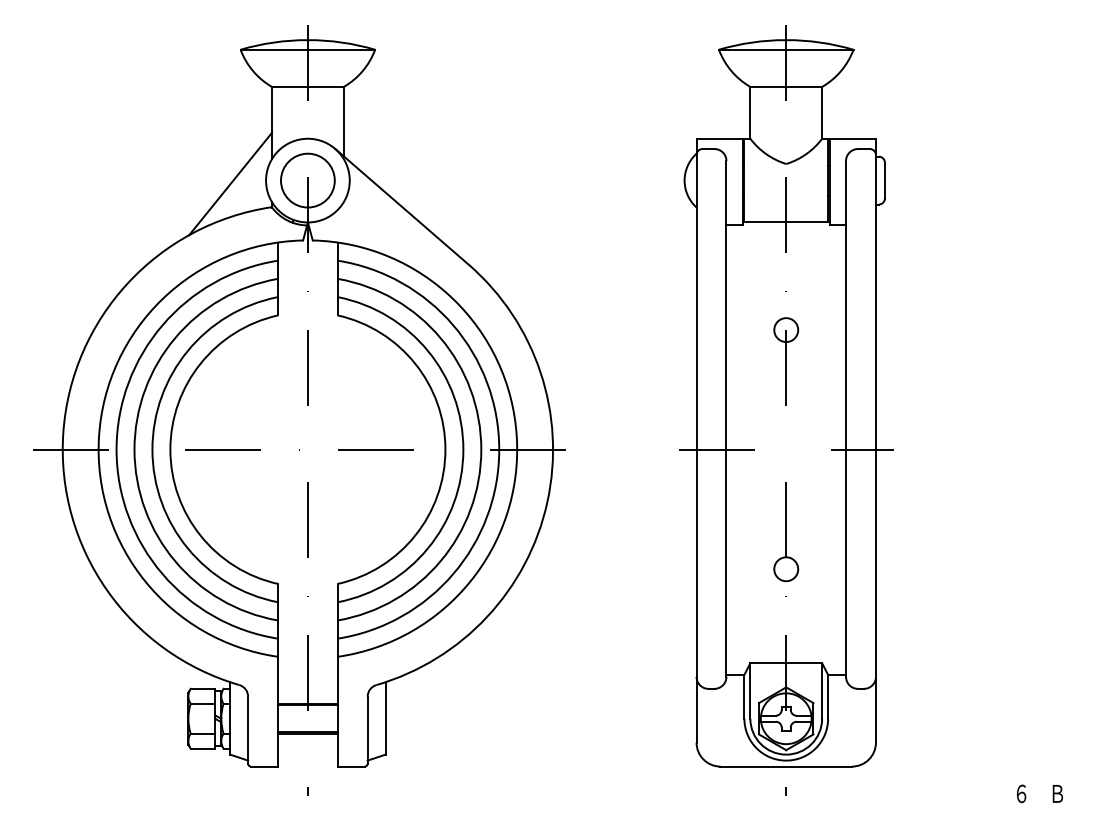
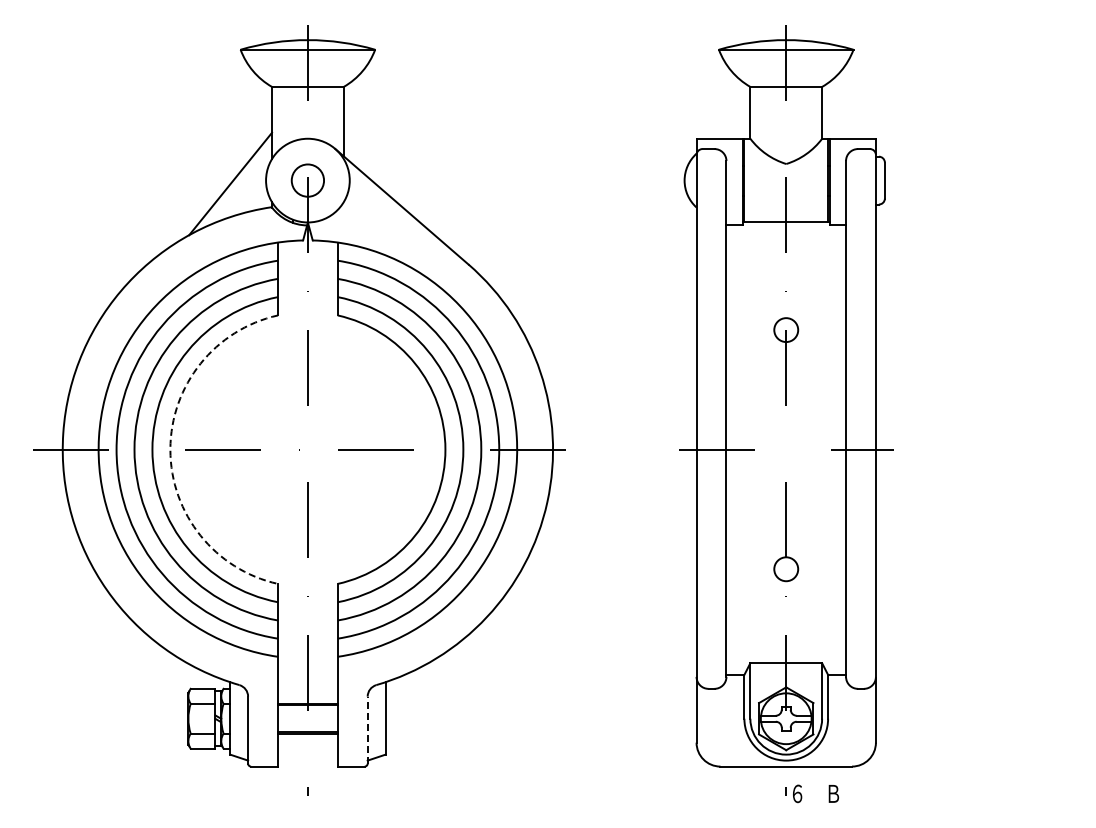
circle at (307, 180) diameter: 54 px -> 32 px
arc at (170, 449): solid -> dashed
line at (367, 729): solid -> dashed
text at (1039, 793) position: (1039, 793) -> (815, 793)
